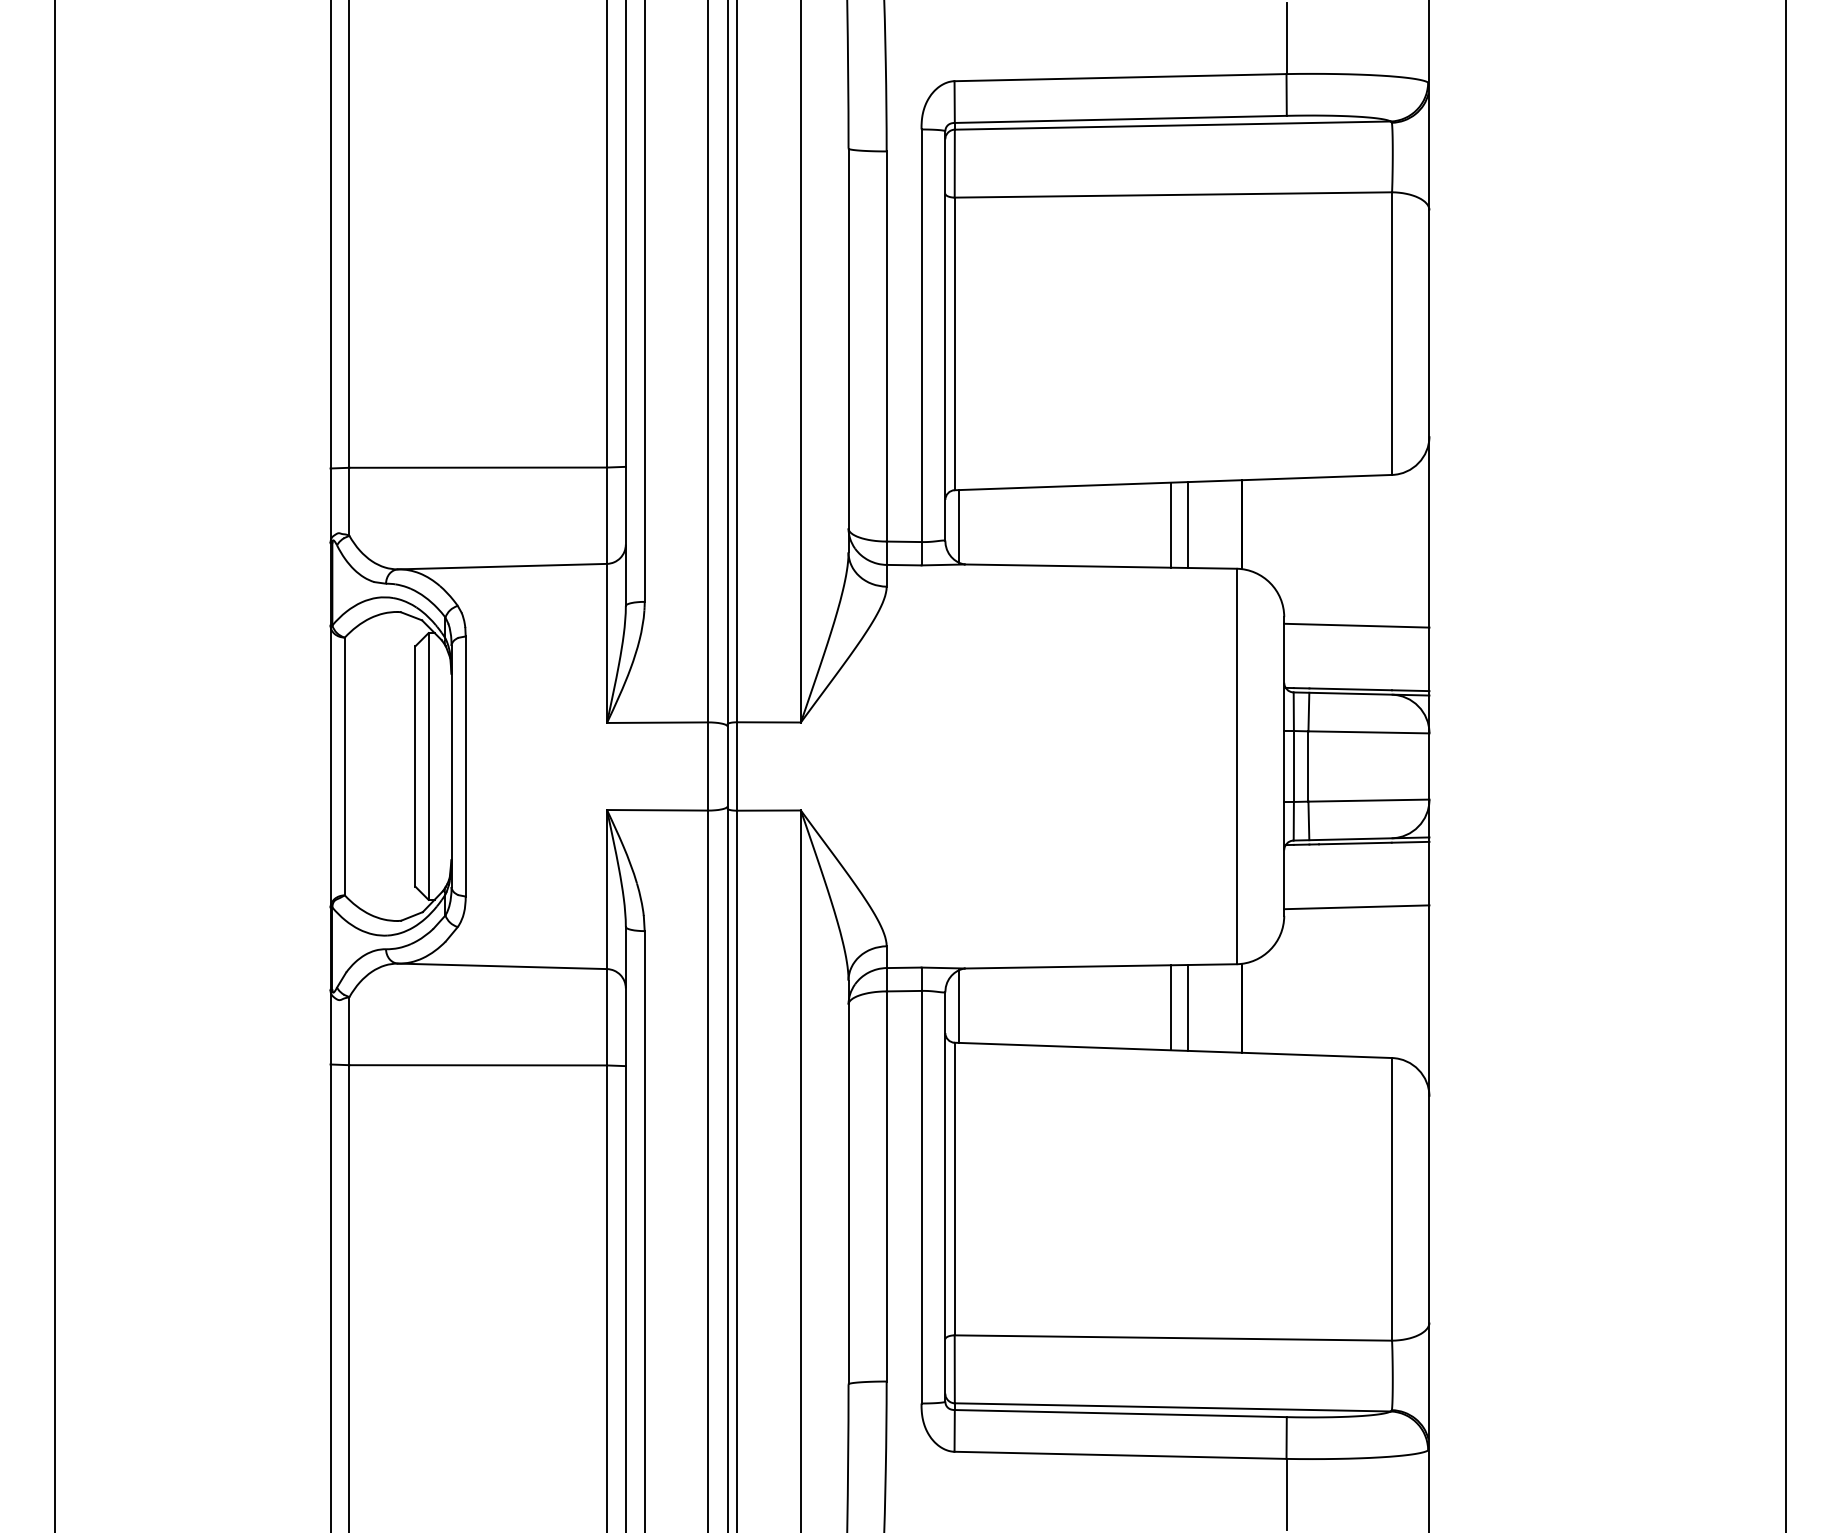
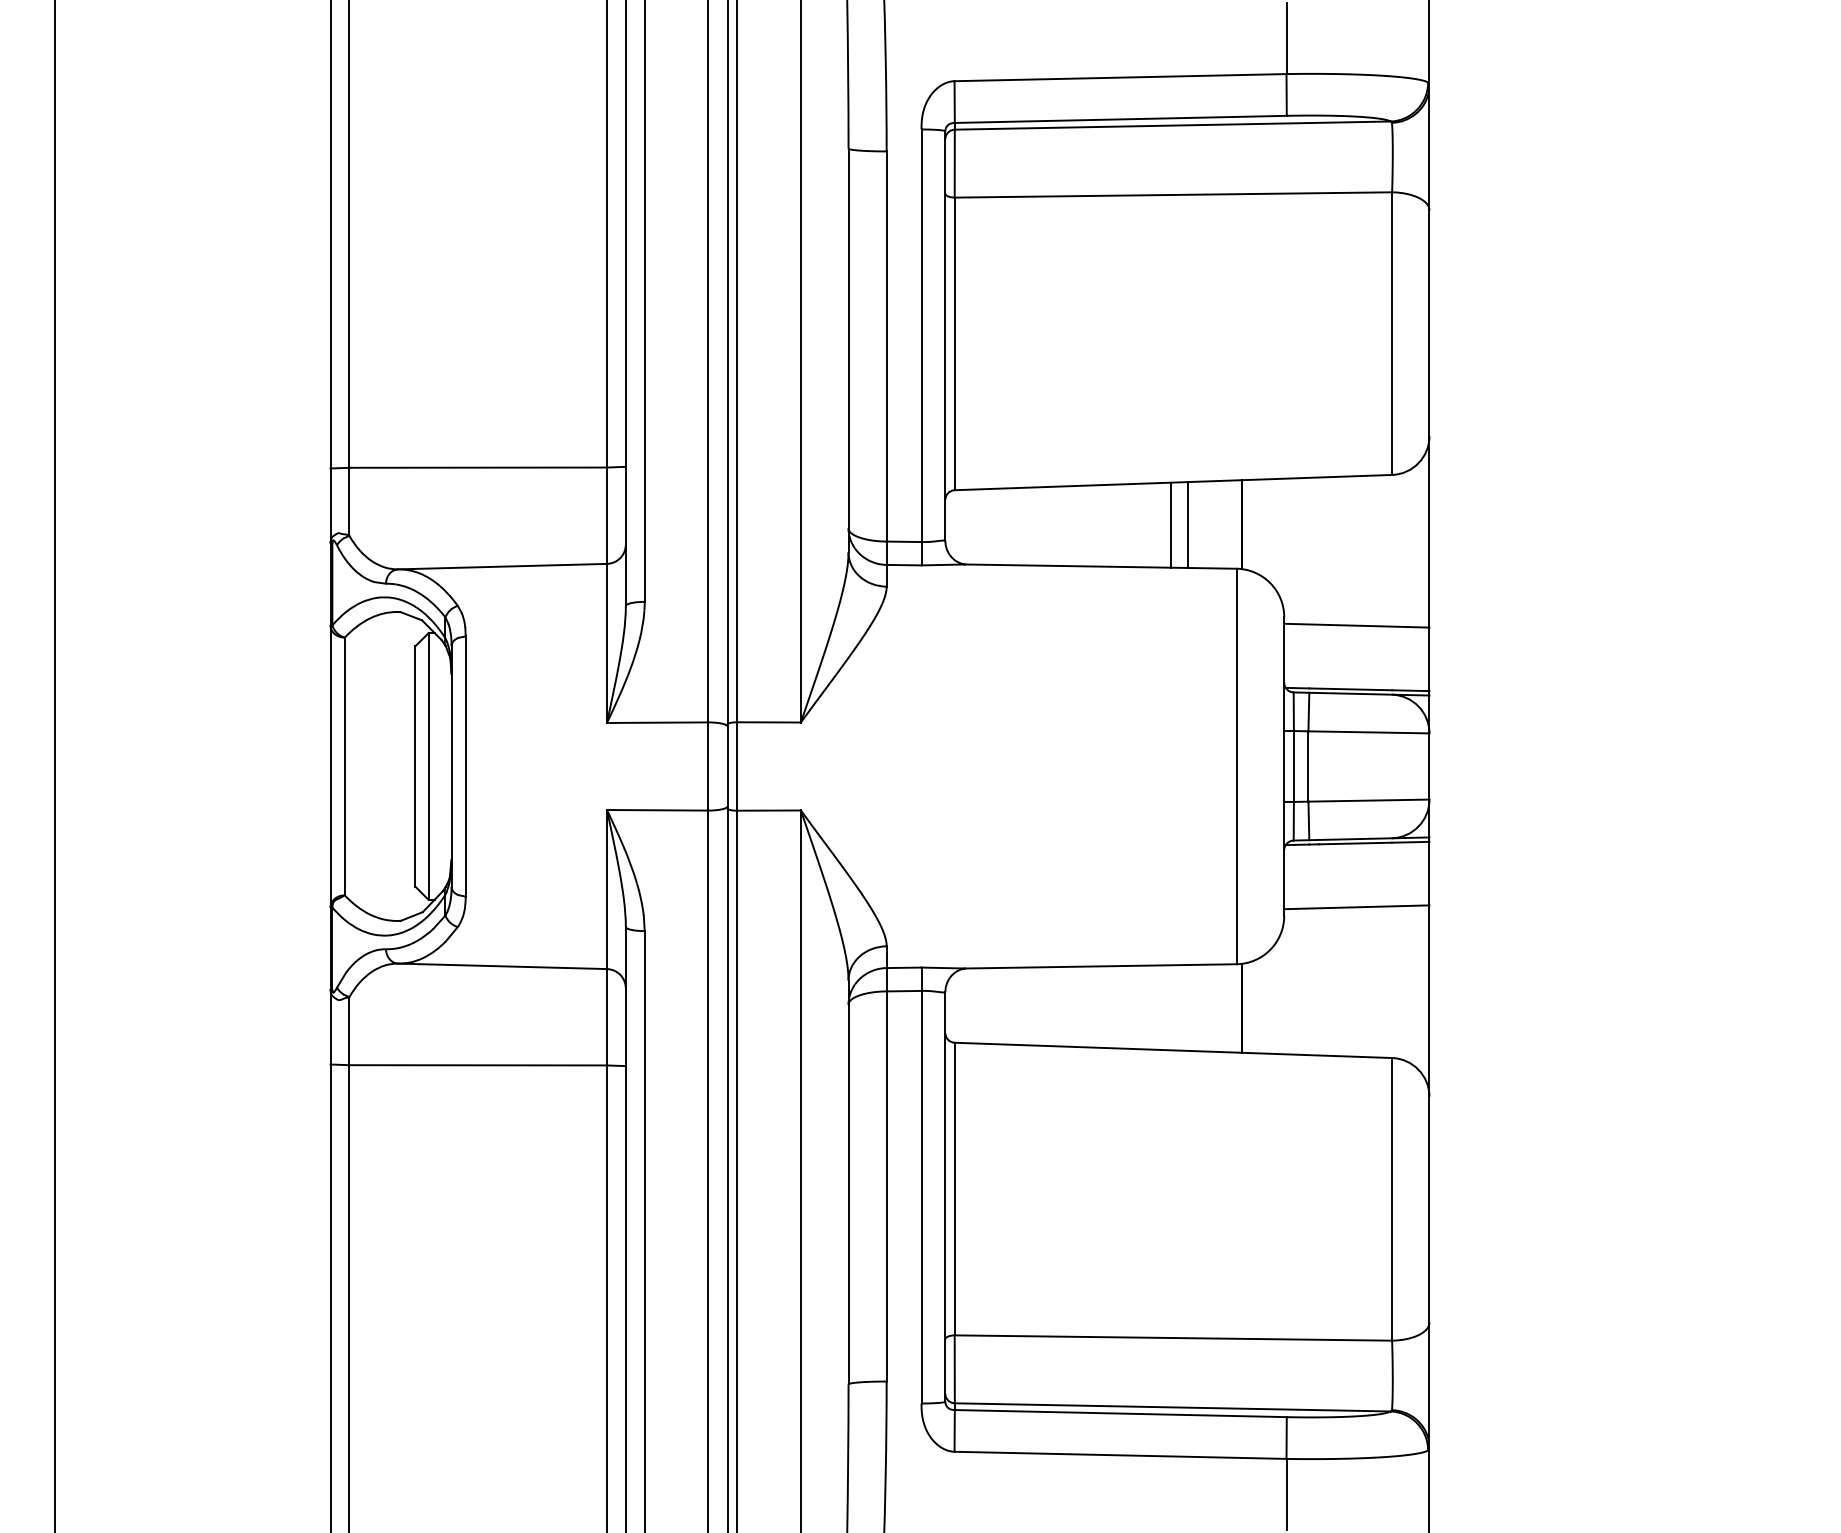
line at (959, 526): present -> none
line at (1785, 765): present -> none
line at (959, 1006): present -> none
line at (1170, 1007): present -> none
line at (1187, 1007): present -> none
